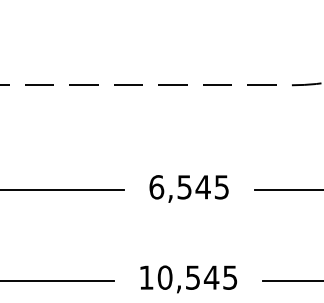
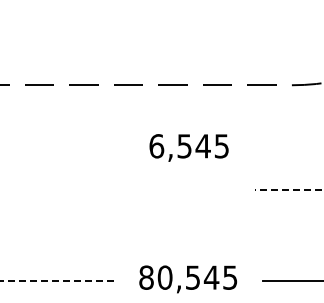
text at (188, 188) position: (188, 188) -> (188, 147)
line at (62, 190): present -> none
line at (288, 190): solid -> dashed
text at (146, 277): 10,545 -> 80,545
line at (57, 280): solid -> dashed
